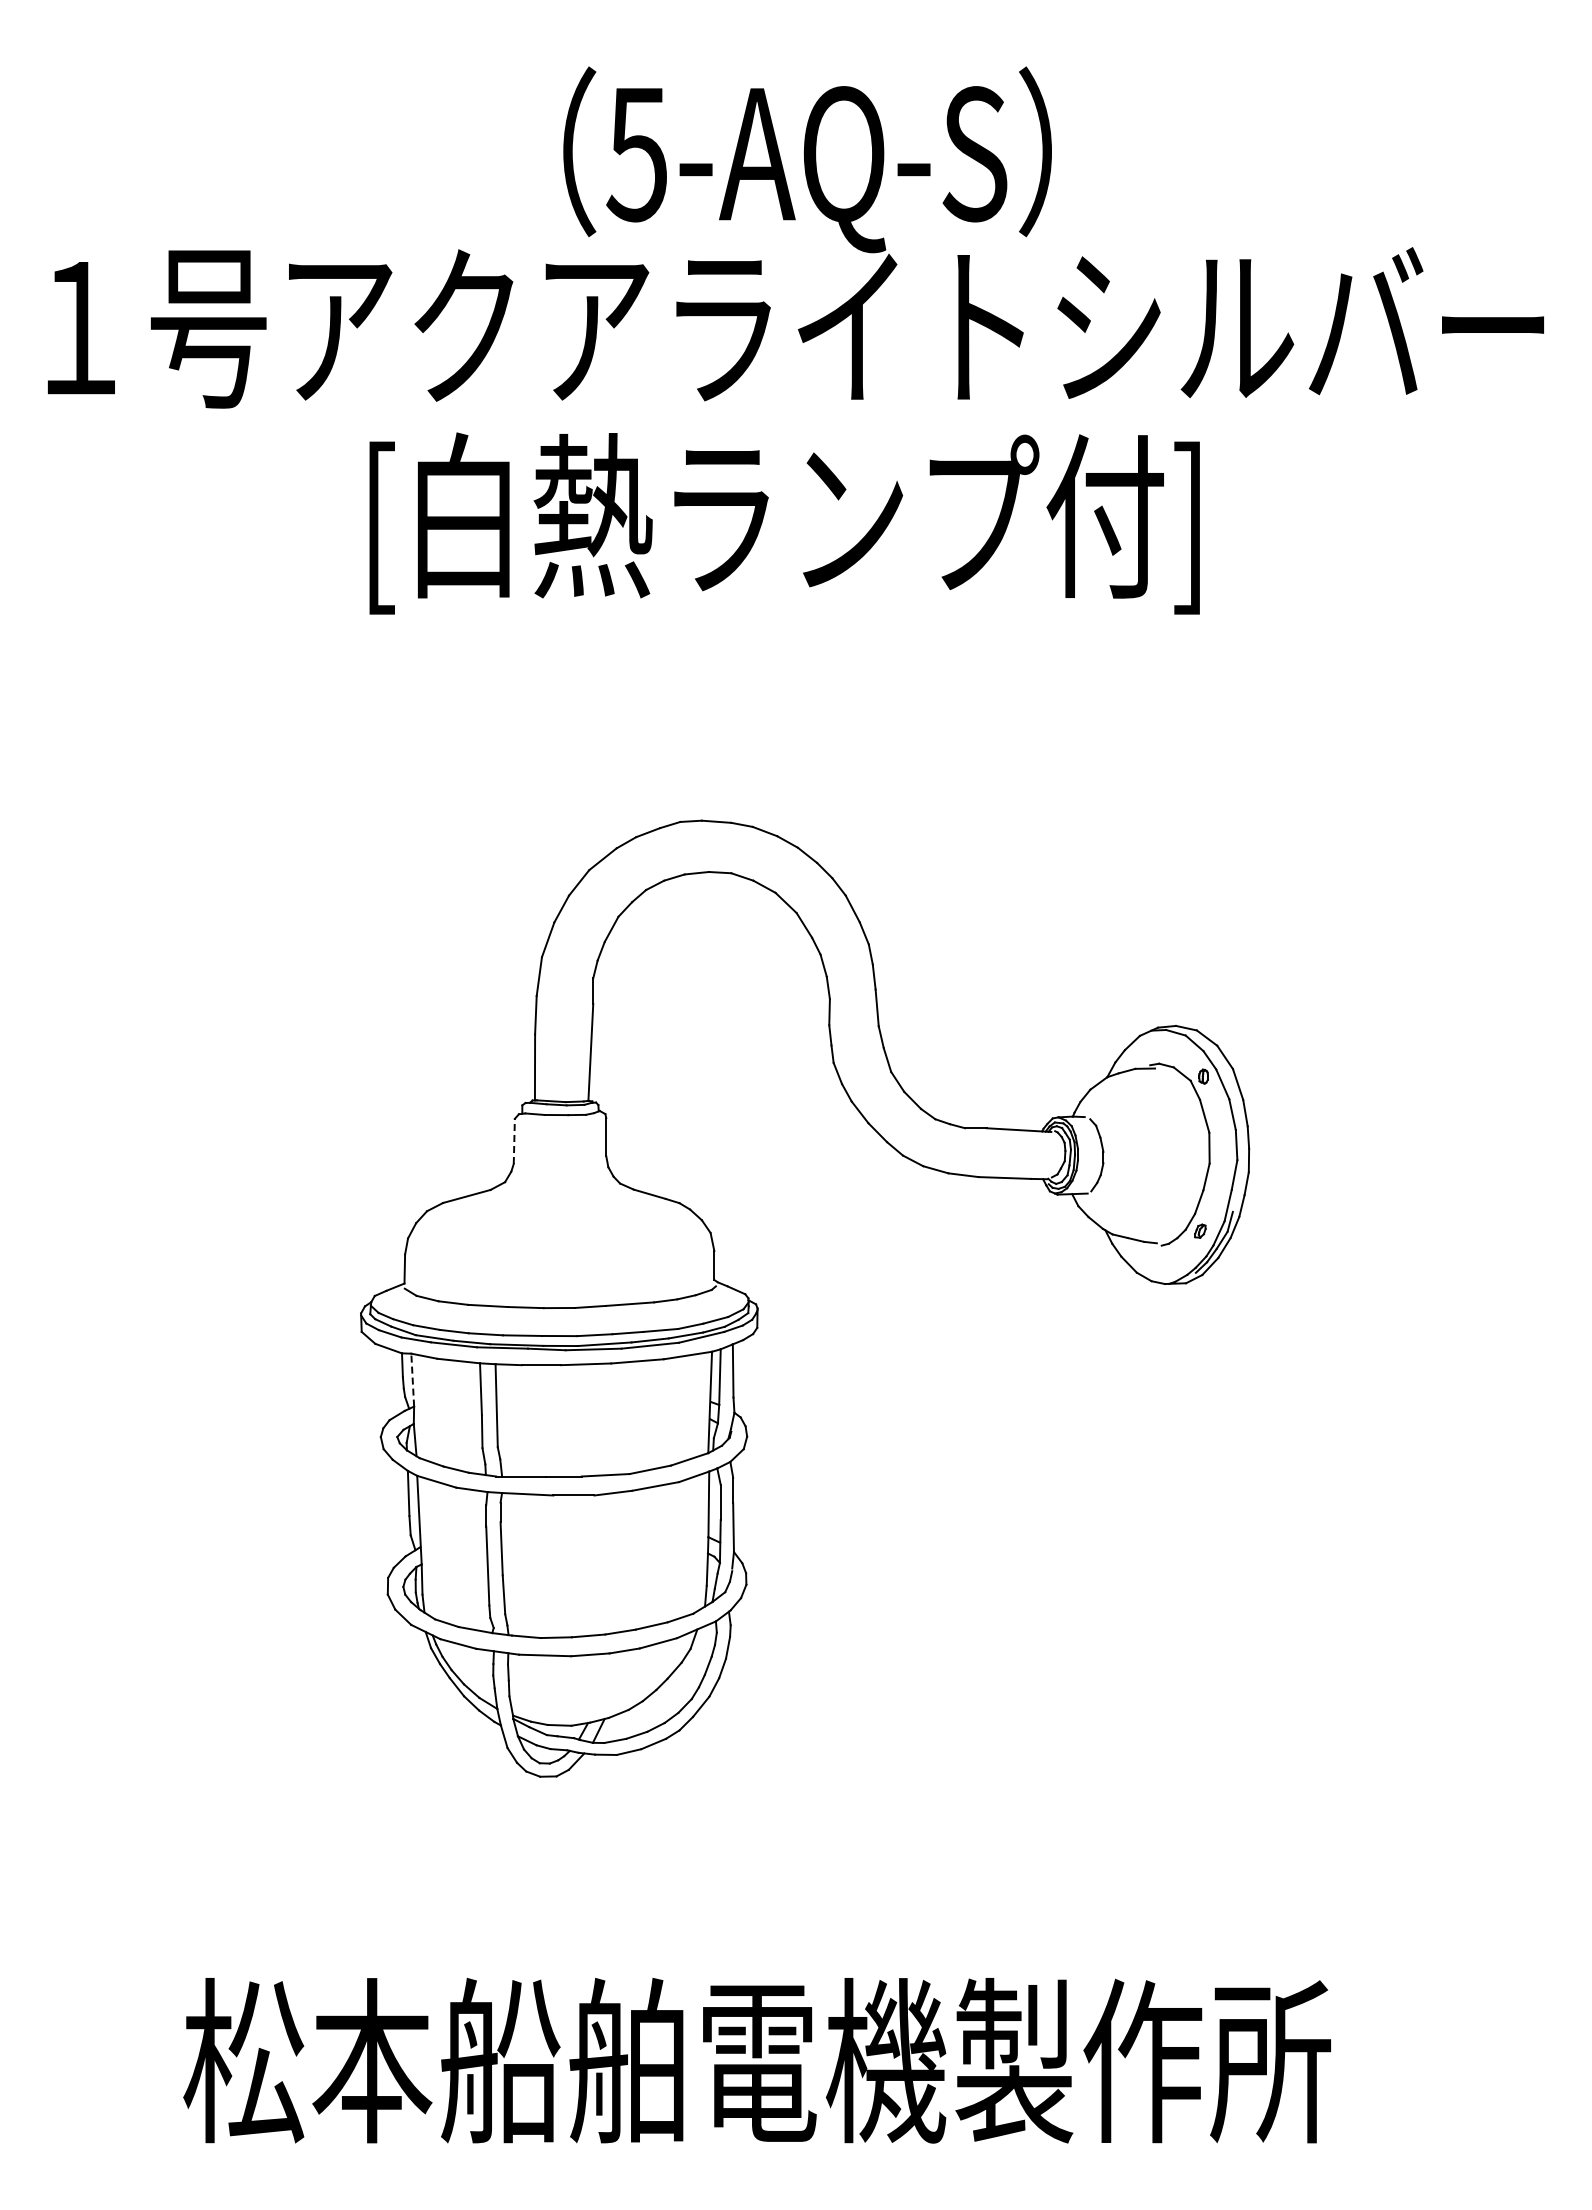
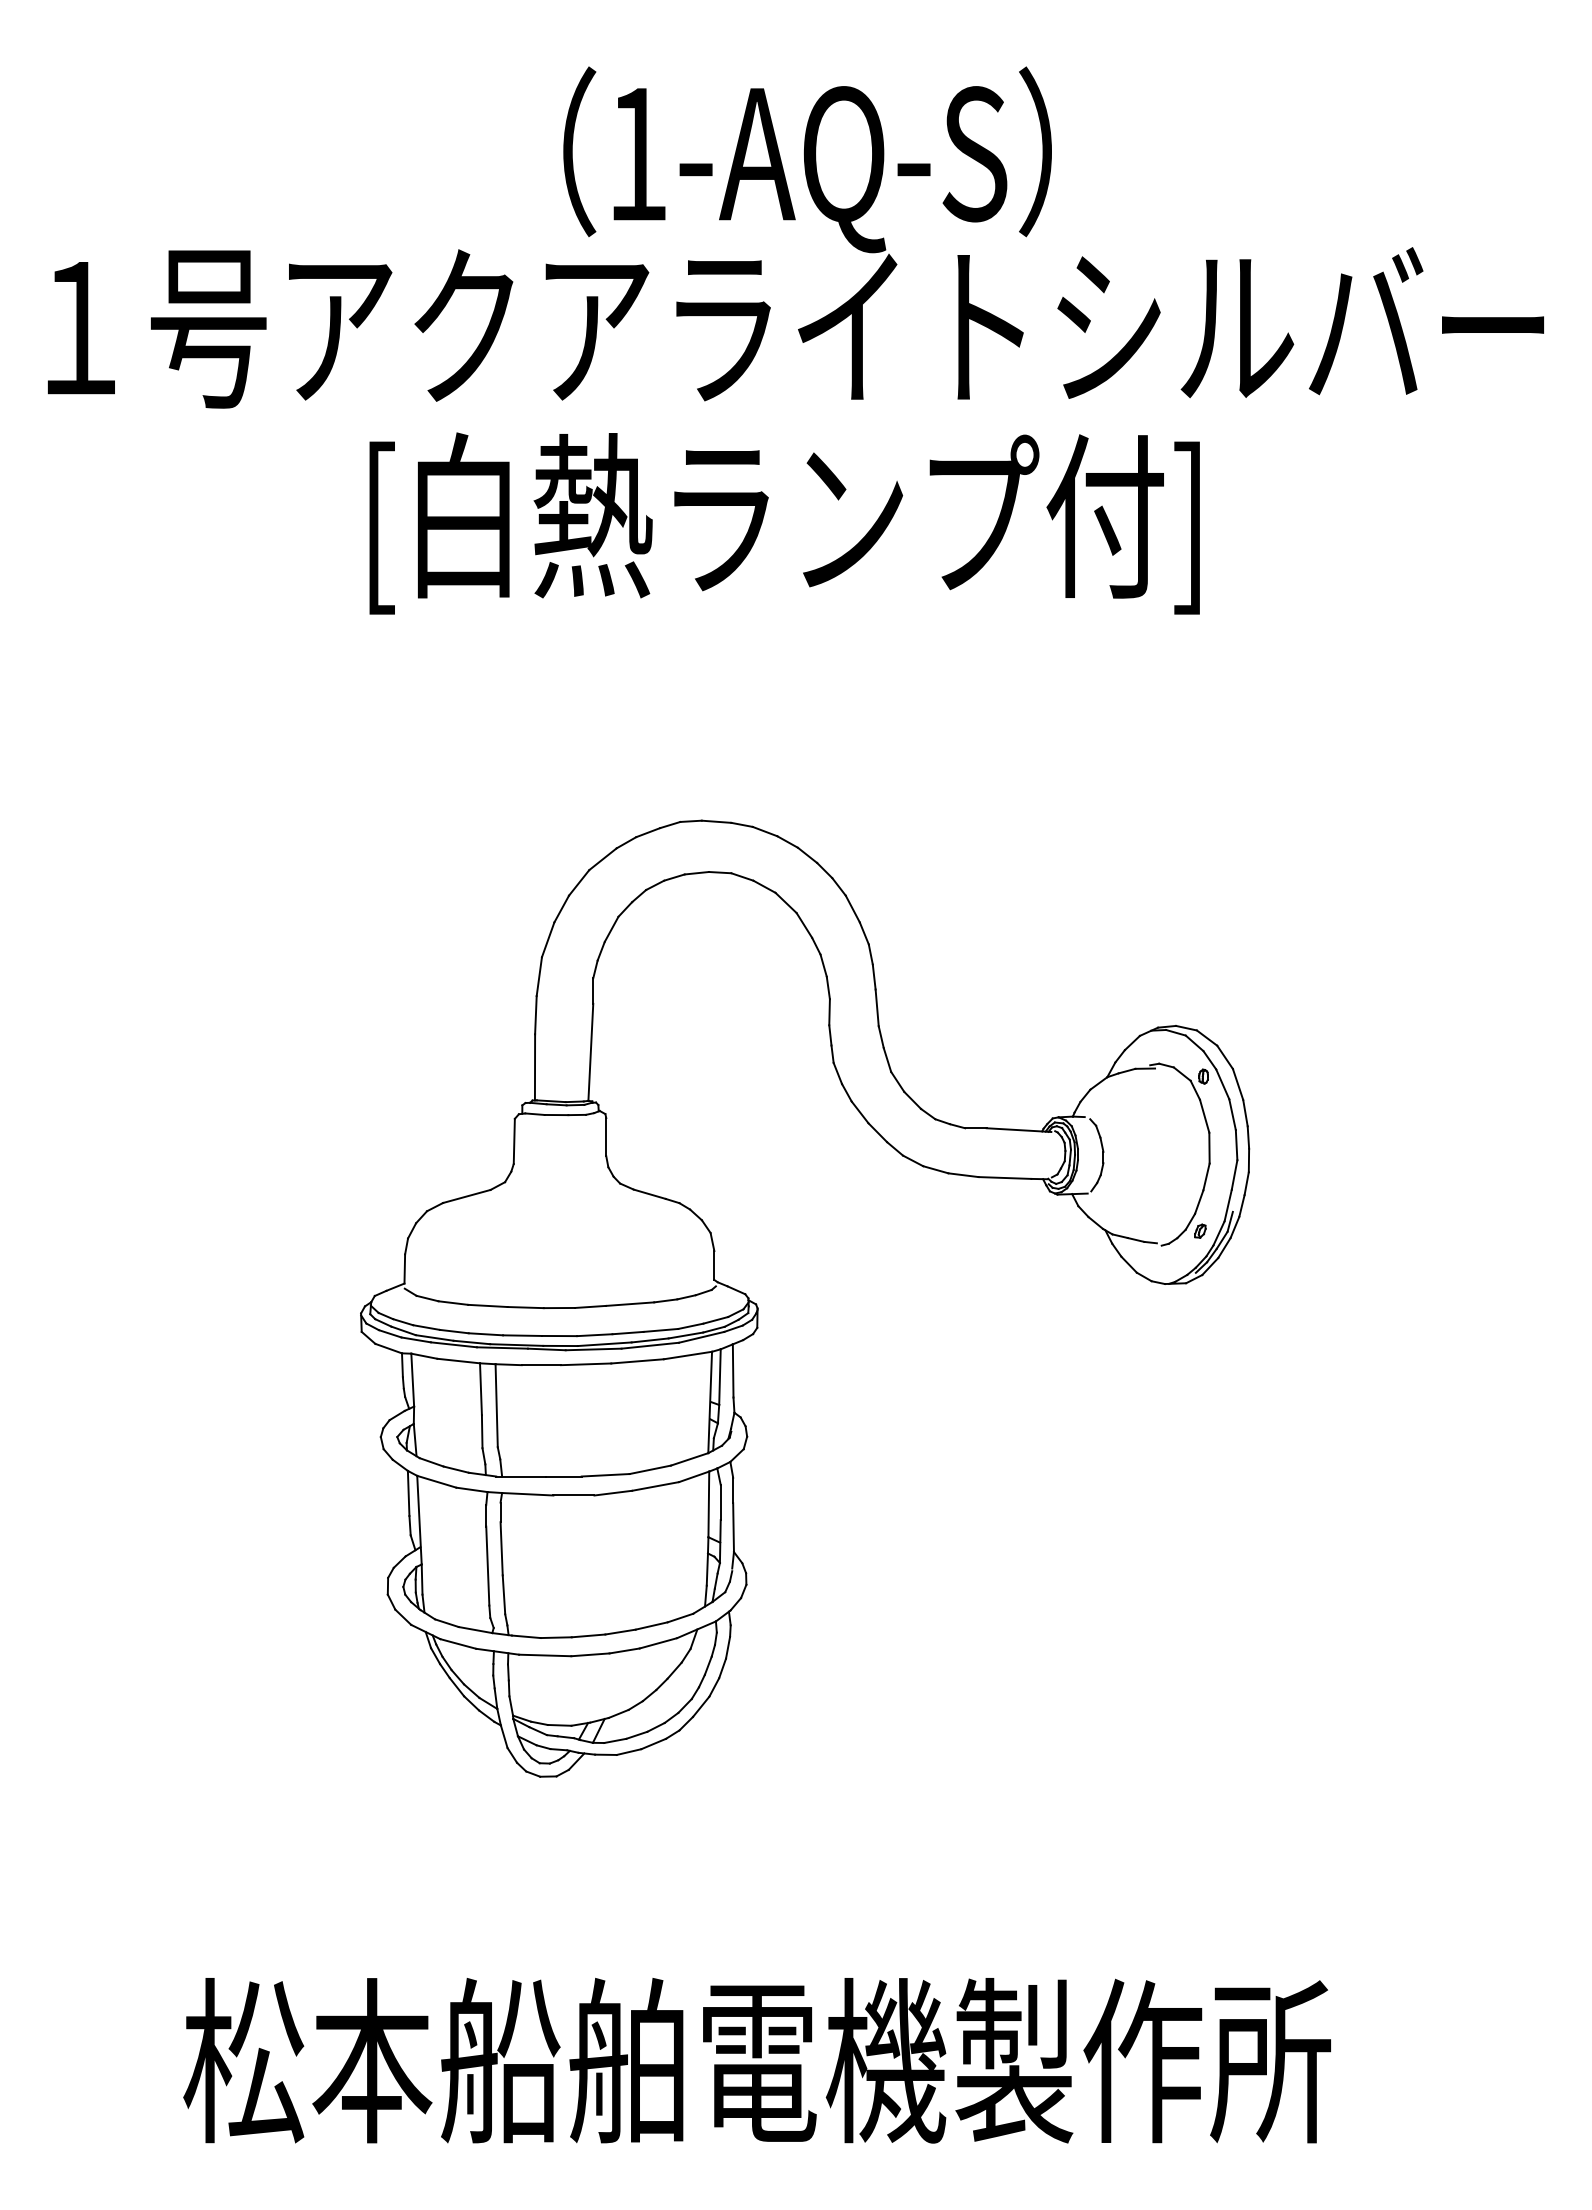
text at (636, 155): 5-AQ-S -> 1-AQ-S
line at (514, 1141): dashed -> solid
line at (412, 1379): dashed -> solid
